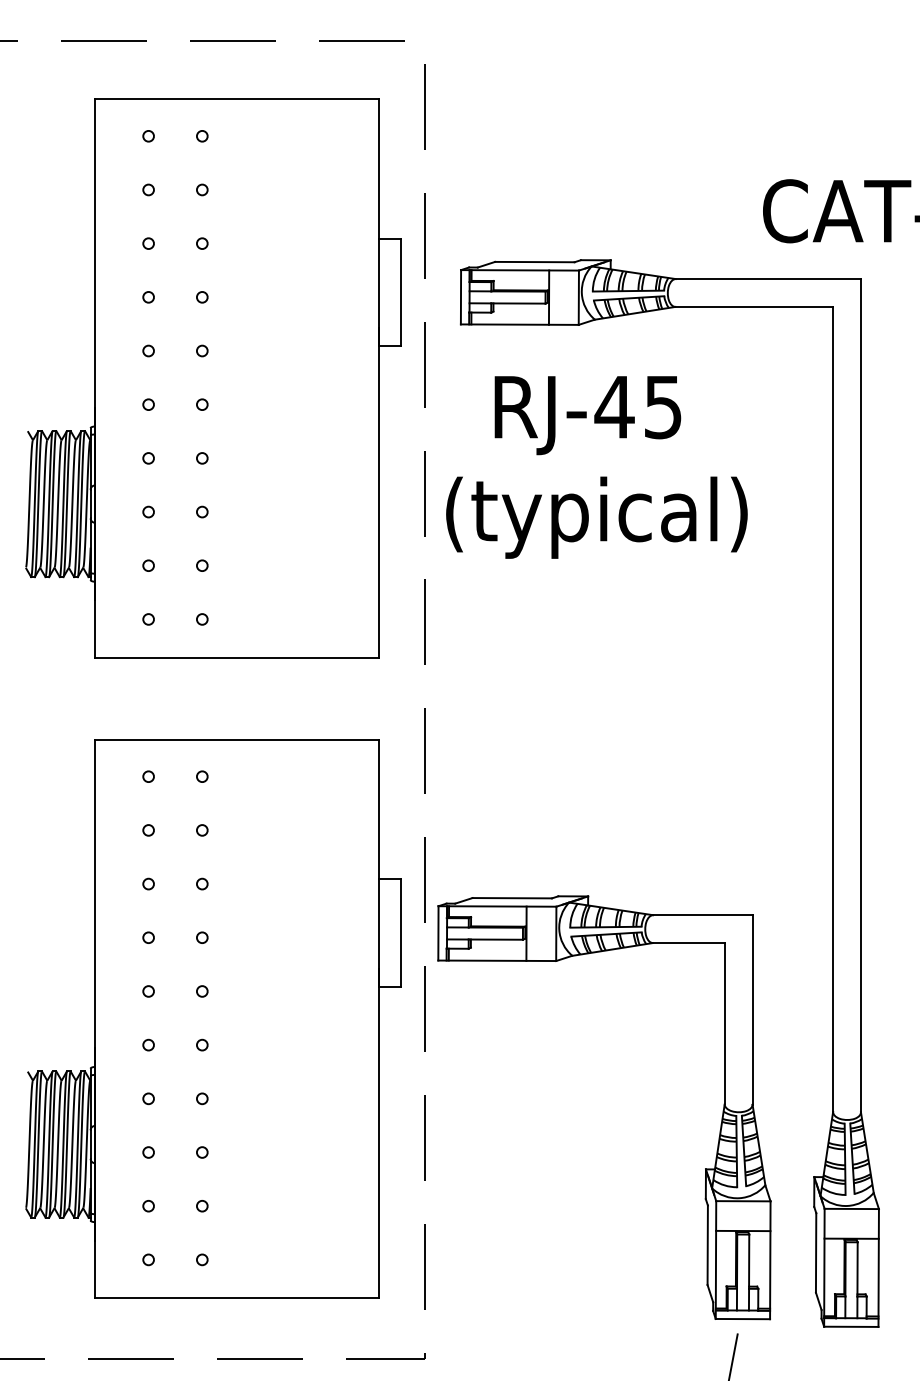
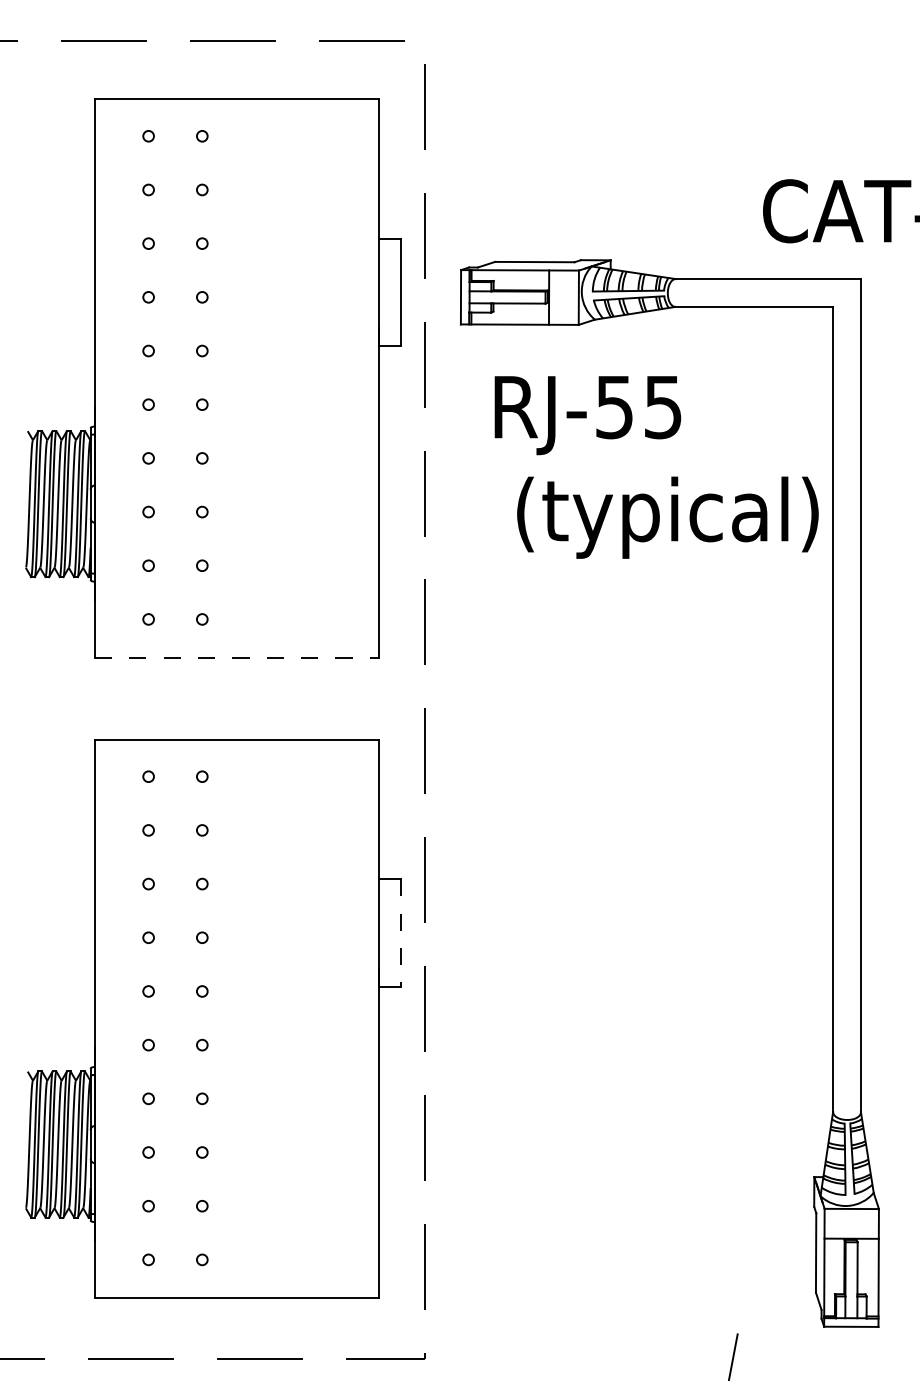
text at (614, 407): RJ-45 -> RJ-55
text at (596, 517) position: (596, 517) -> (667, 517)
line at (237, 657): solid -> dashed
line at (400, 932): solid -> dashed
part at (720, 1124): present -> none
